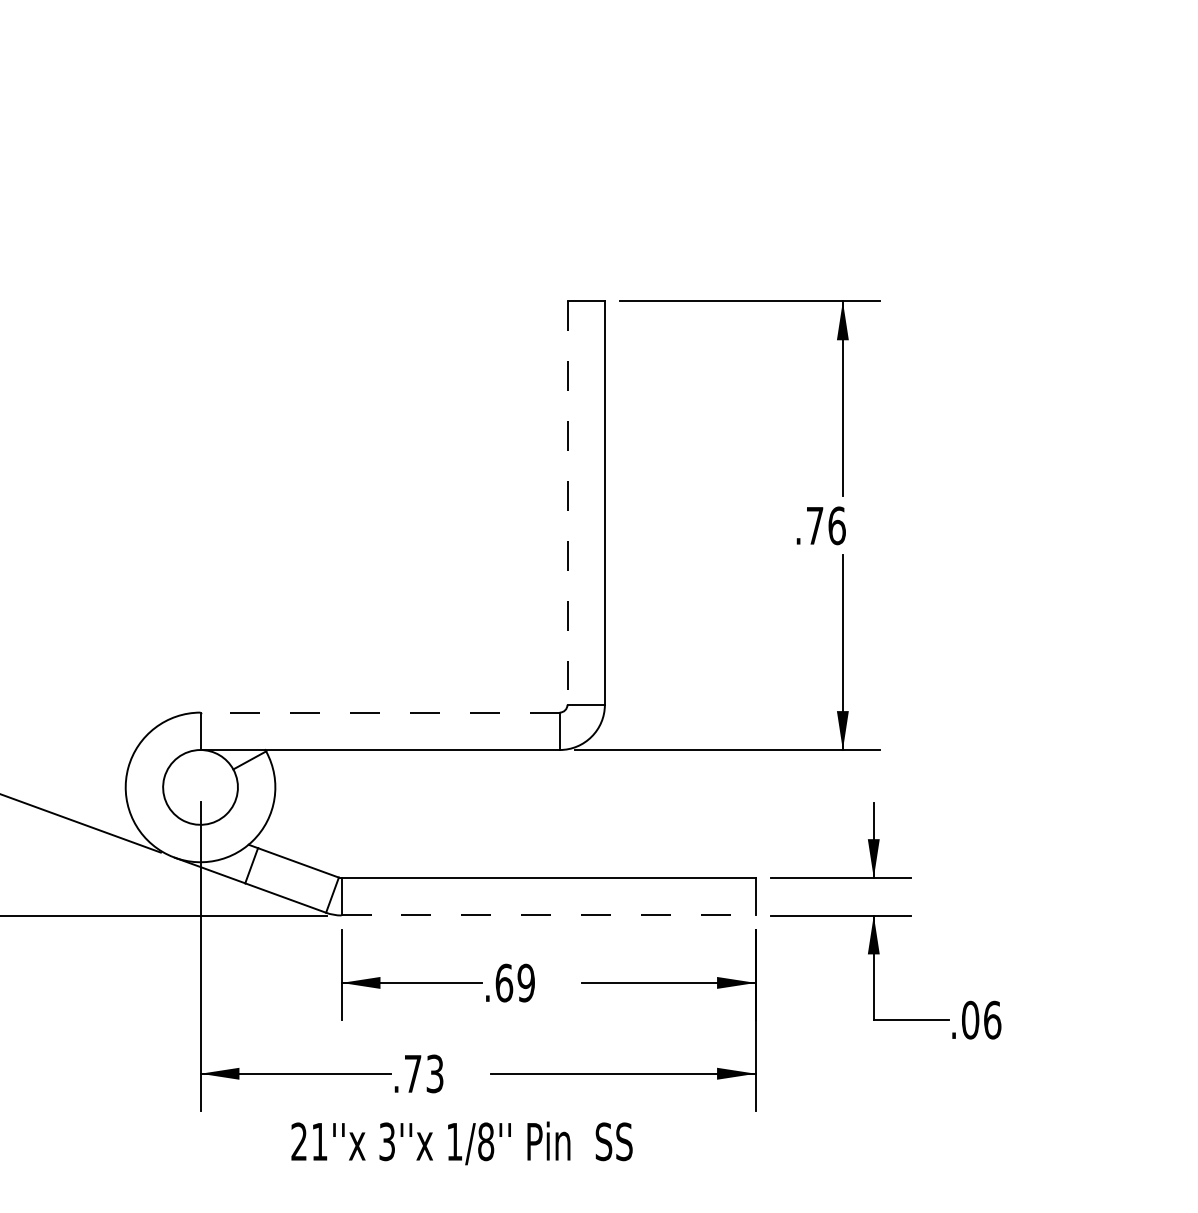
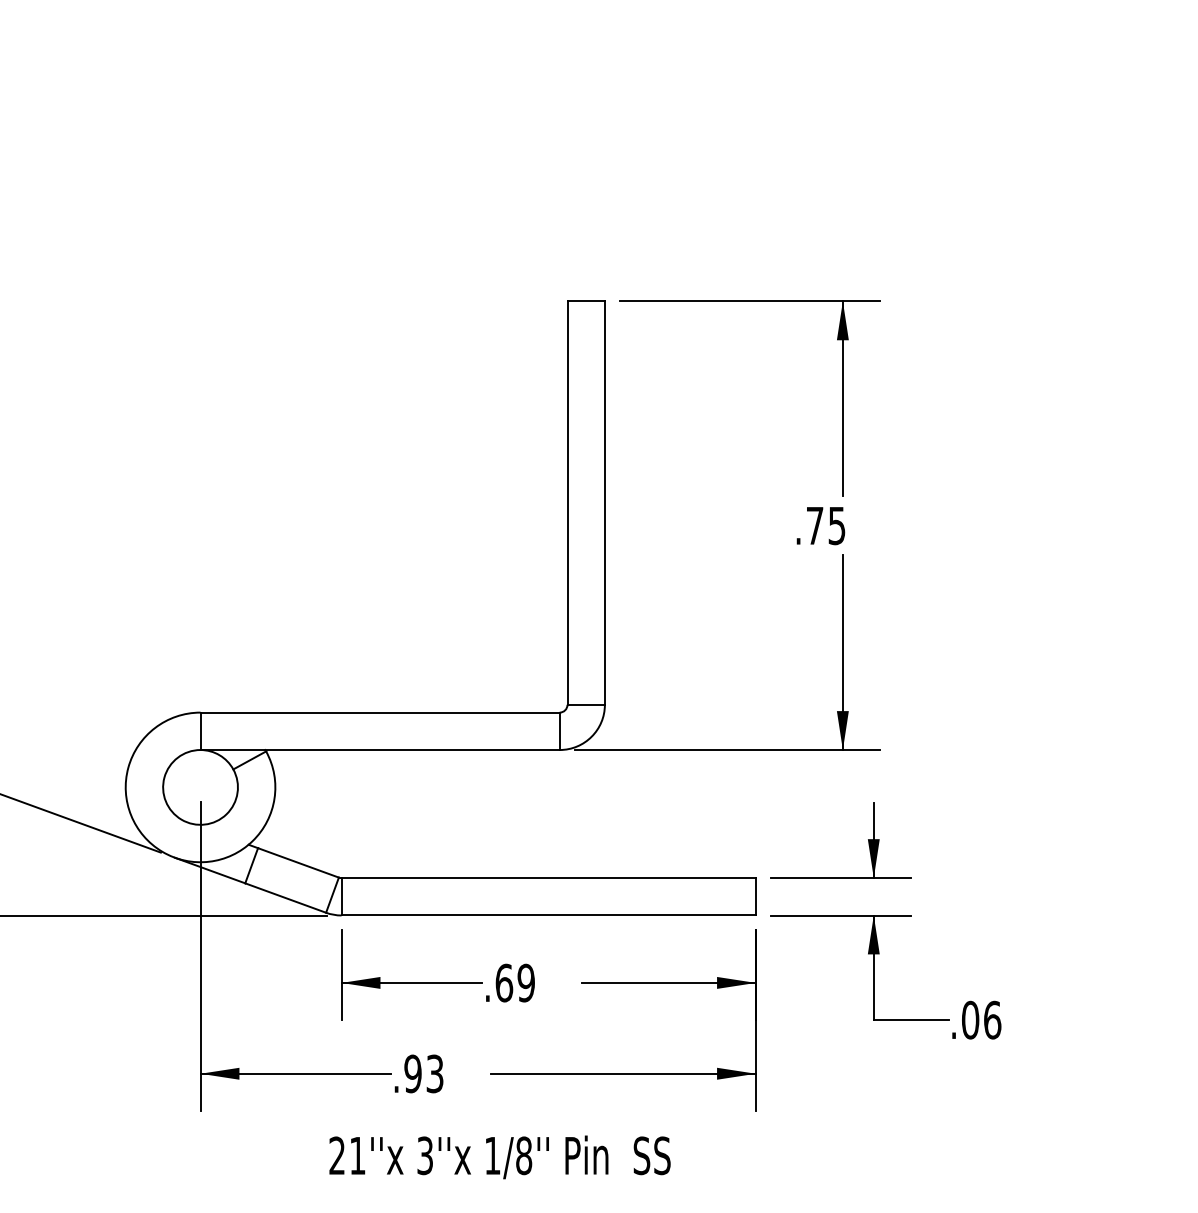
line at (567, 503): dashed -> solid
text at (836, 525): .76 -> .75
line at (380, 712): dashed -> solid
line at (549, 915): dashed -> solid
text at (412, 1073): .73 -> .93
text at (461, 1143) position: (461, 1143) -> (499, 1157)
